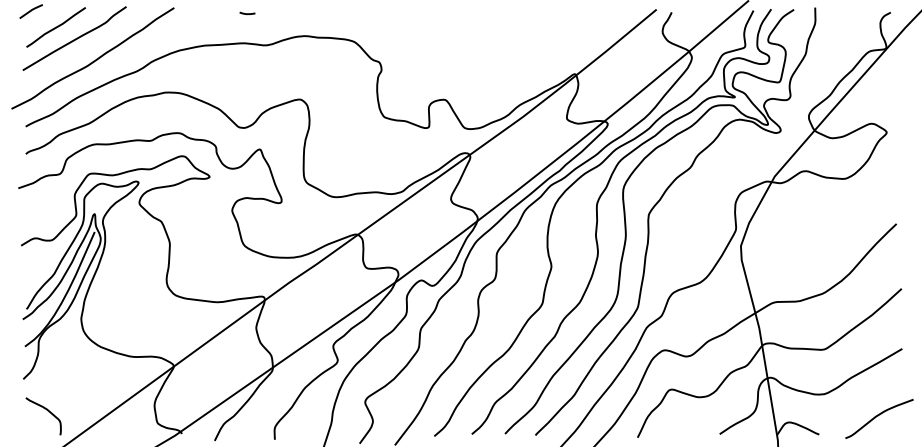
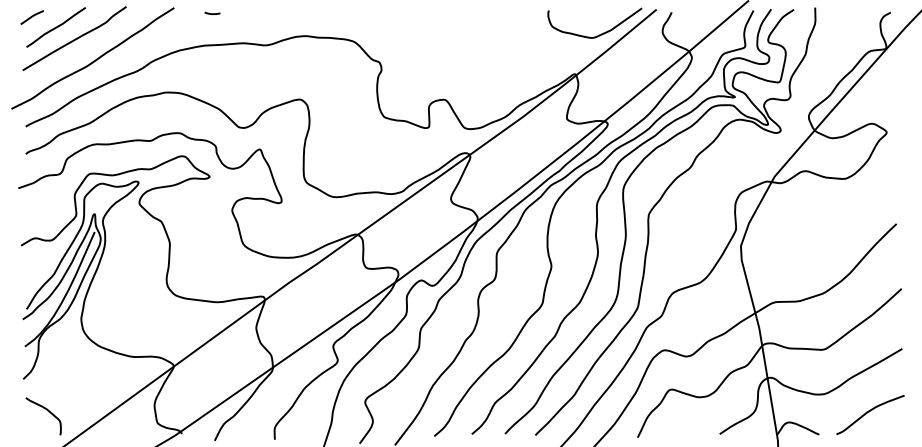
line at (30, 11) position: (30, 11) -> (31, 17)
line at (247, 13) position: (247, 13) -> (212, 13)
curve at (599, 34): none -> present
curve at (878, 416) position: (878, 416) -> (869, 412)
